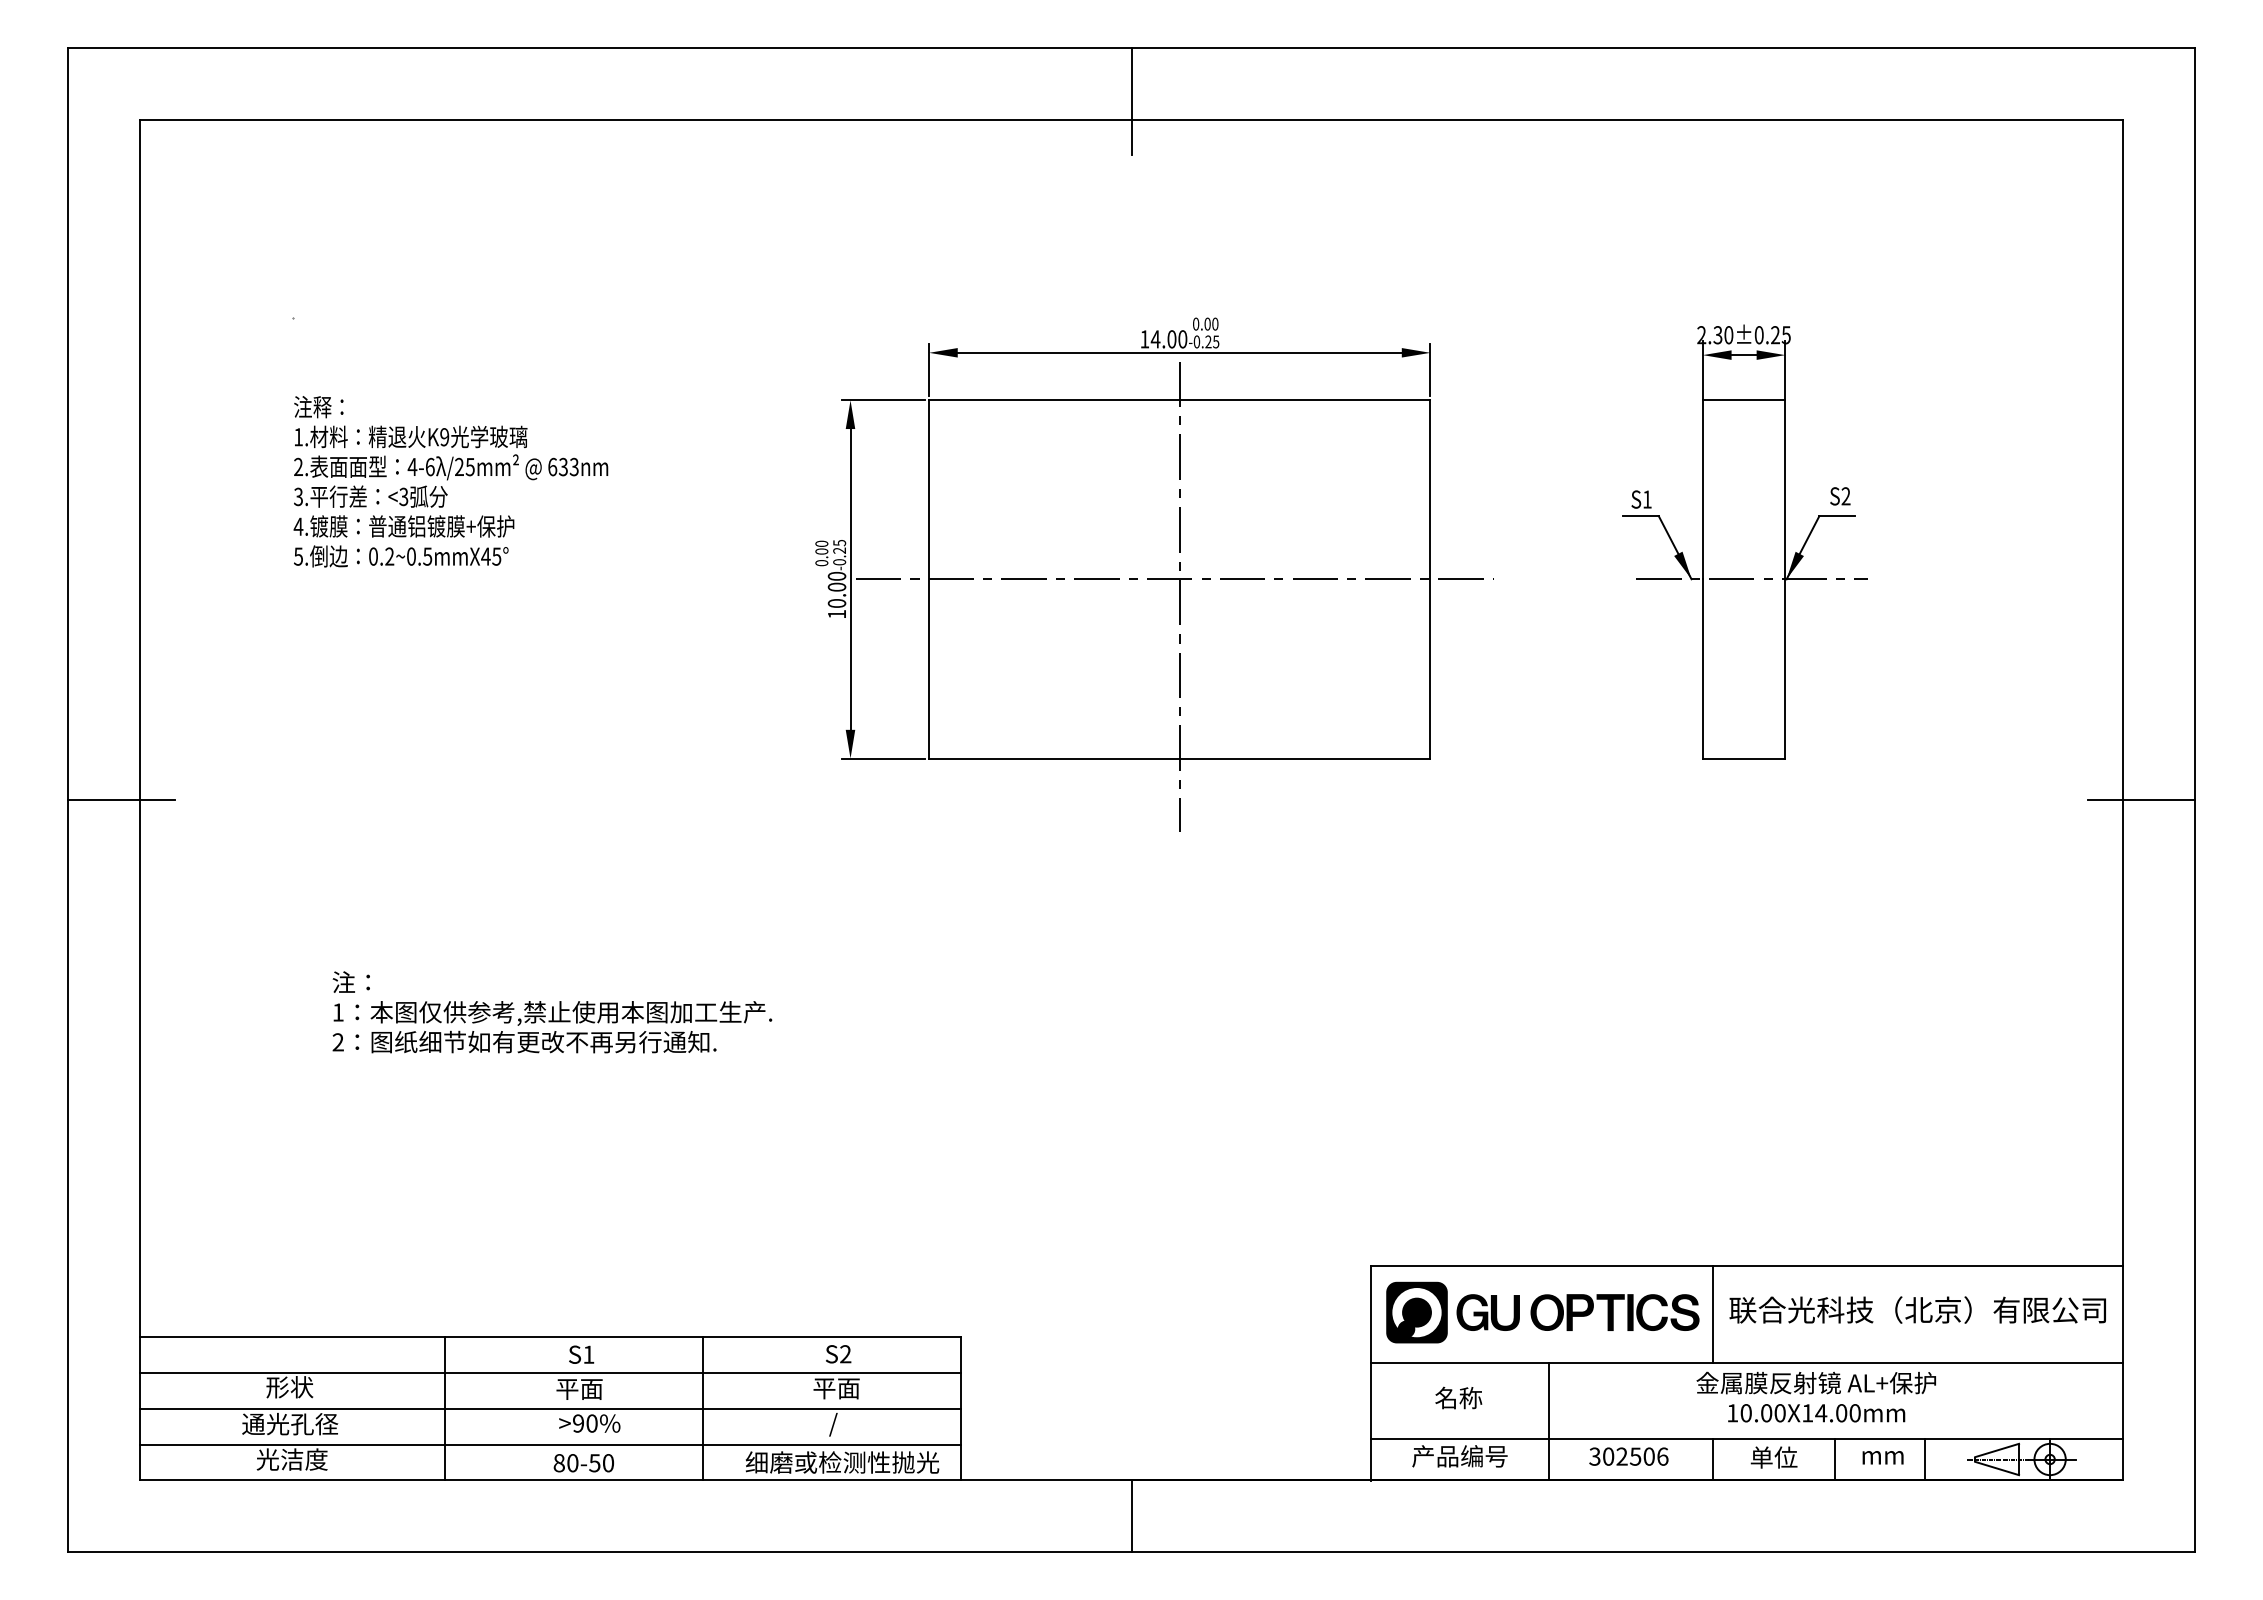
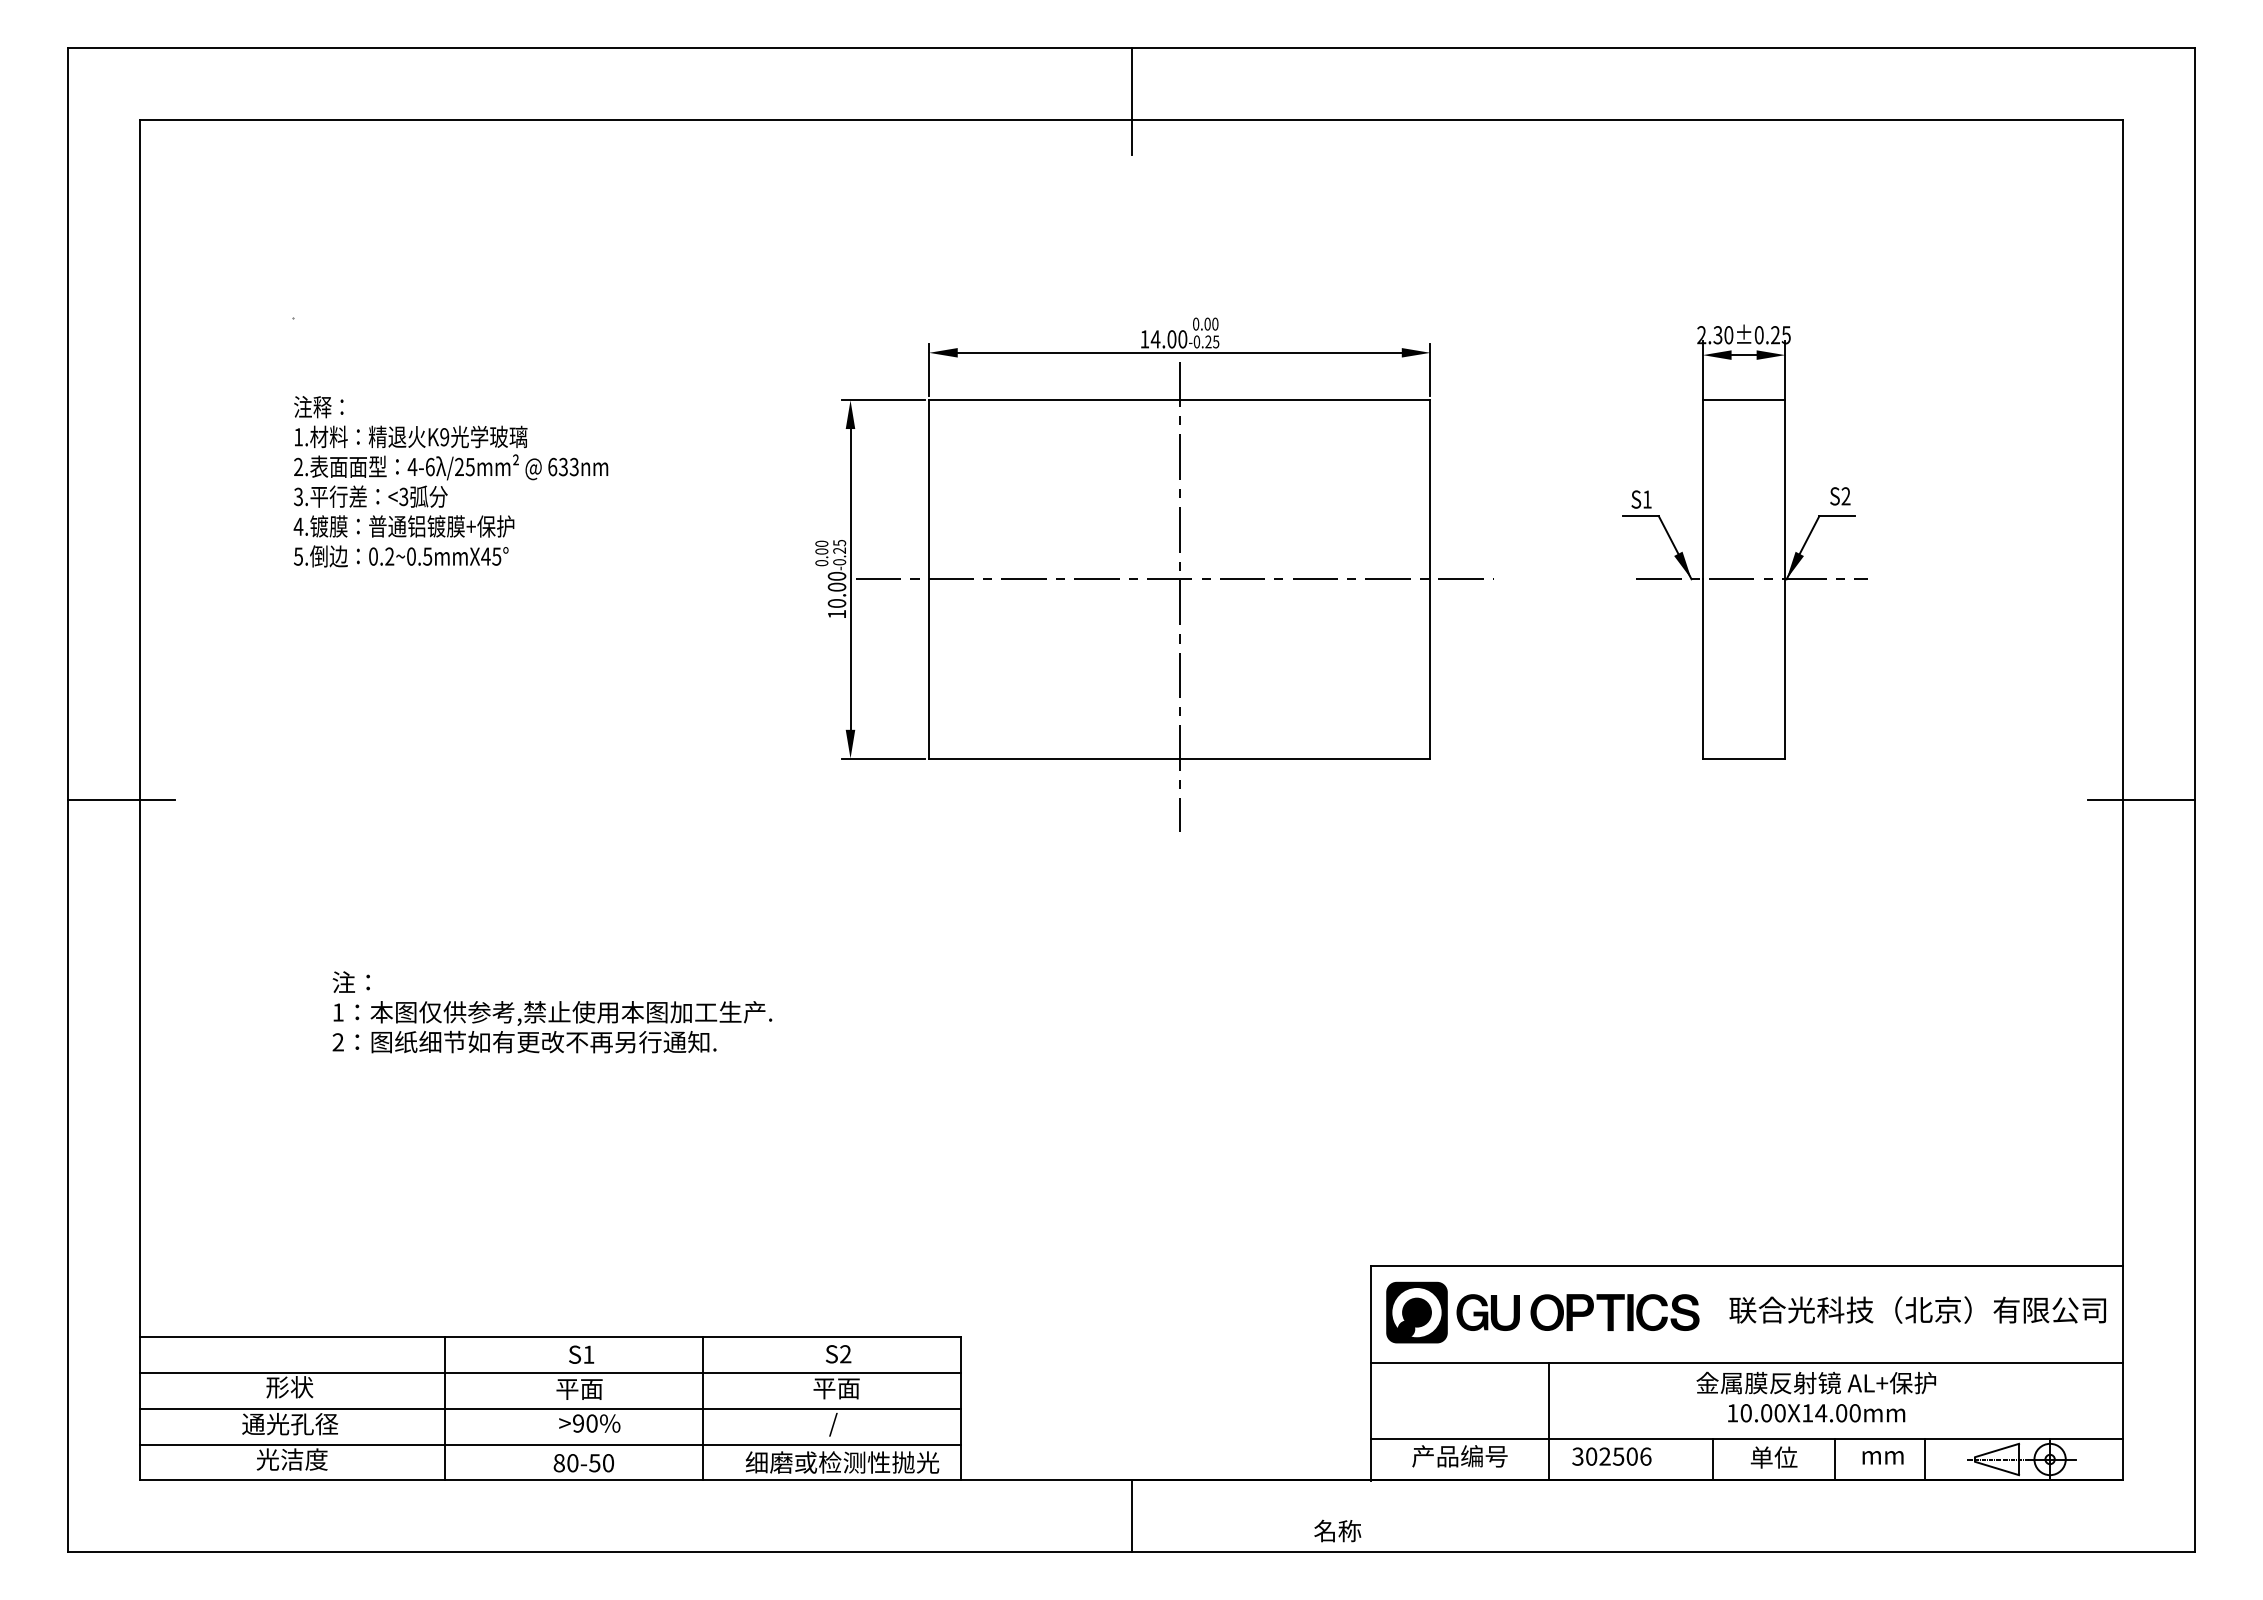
line at (1712, 1313): present -> none
text at (1458, 1397) position: (1458, 1397) -> (1337, 1530)
text at (1628, 1456) position: (1628, 1456) -> (1611, 1456)
